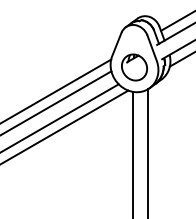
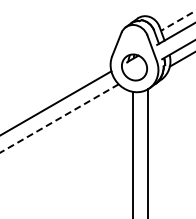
line at (178, 20): solid -> dashed
line at (56, 90): present -> none
line at (59, 118): solid -> dashed
line at (65, 126): present -> none
